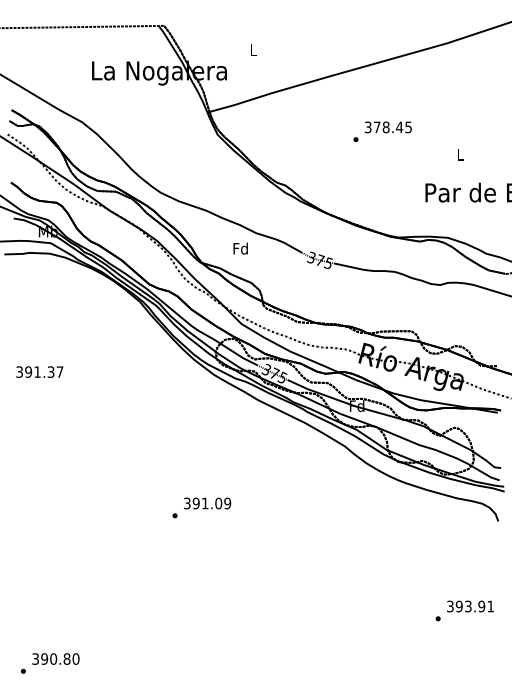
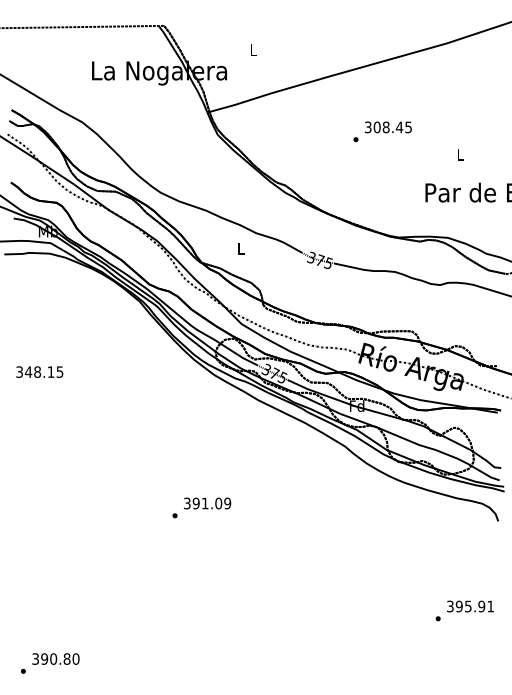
text at (376, 127): 378.45 -> 308.45
text at (240, 248): Fd -> L
text at (43, 371): 391.37 -> 348.15
text at (468, 605): 393.91 -> 395.91
